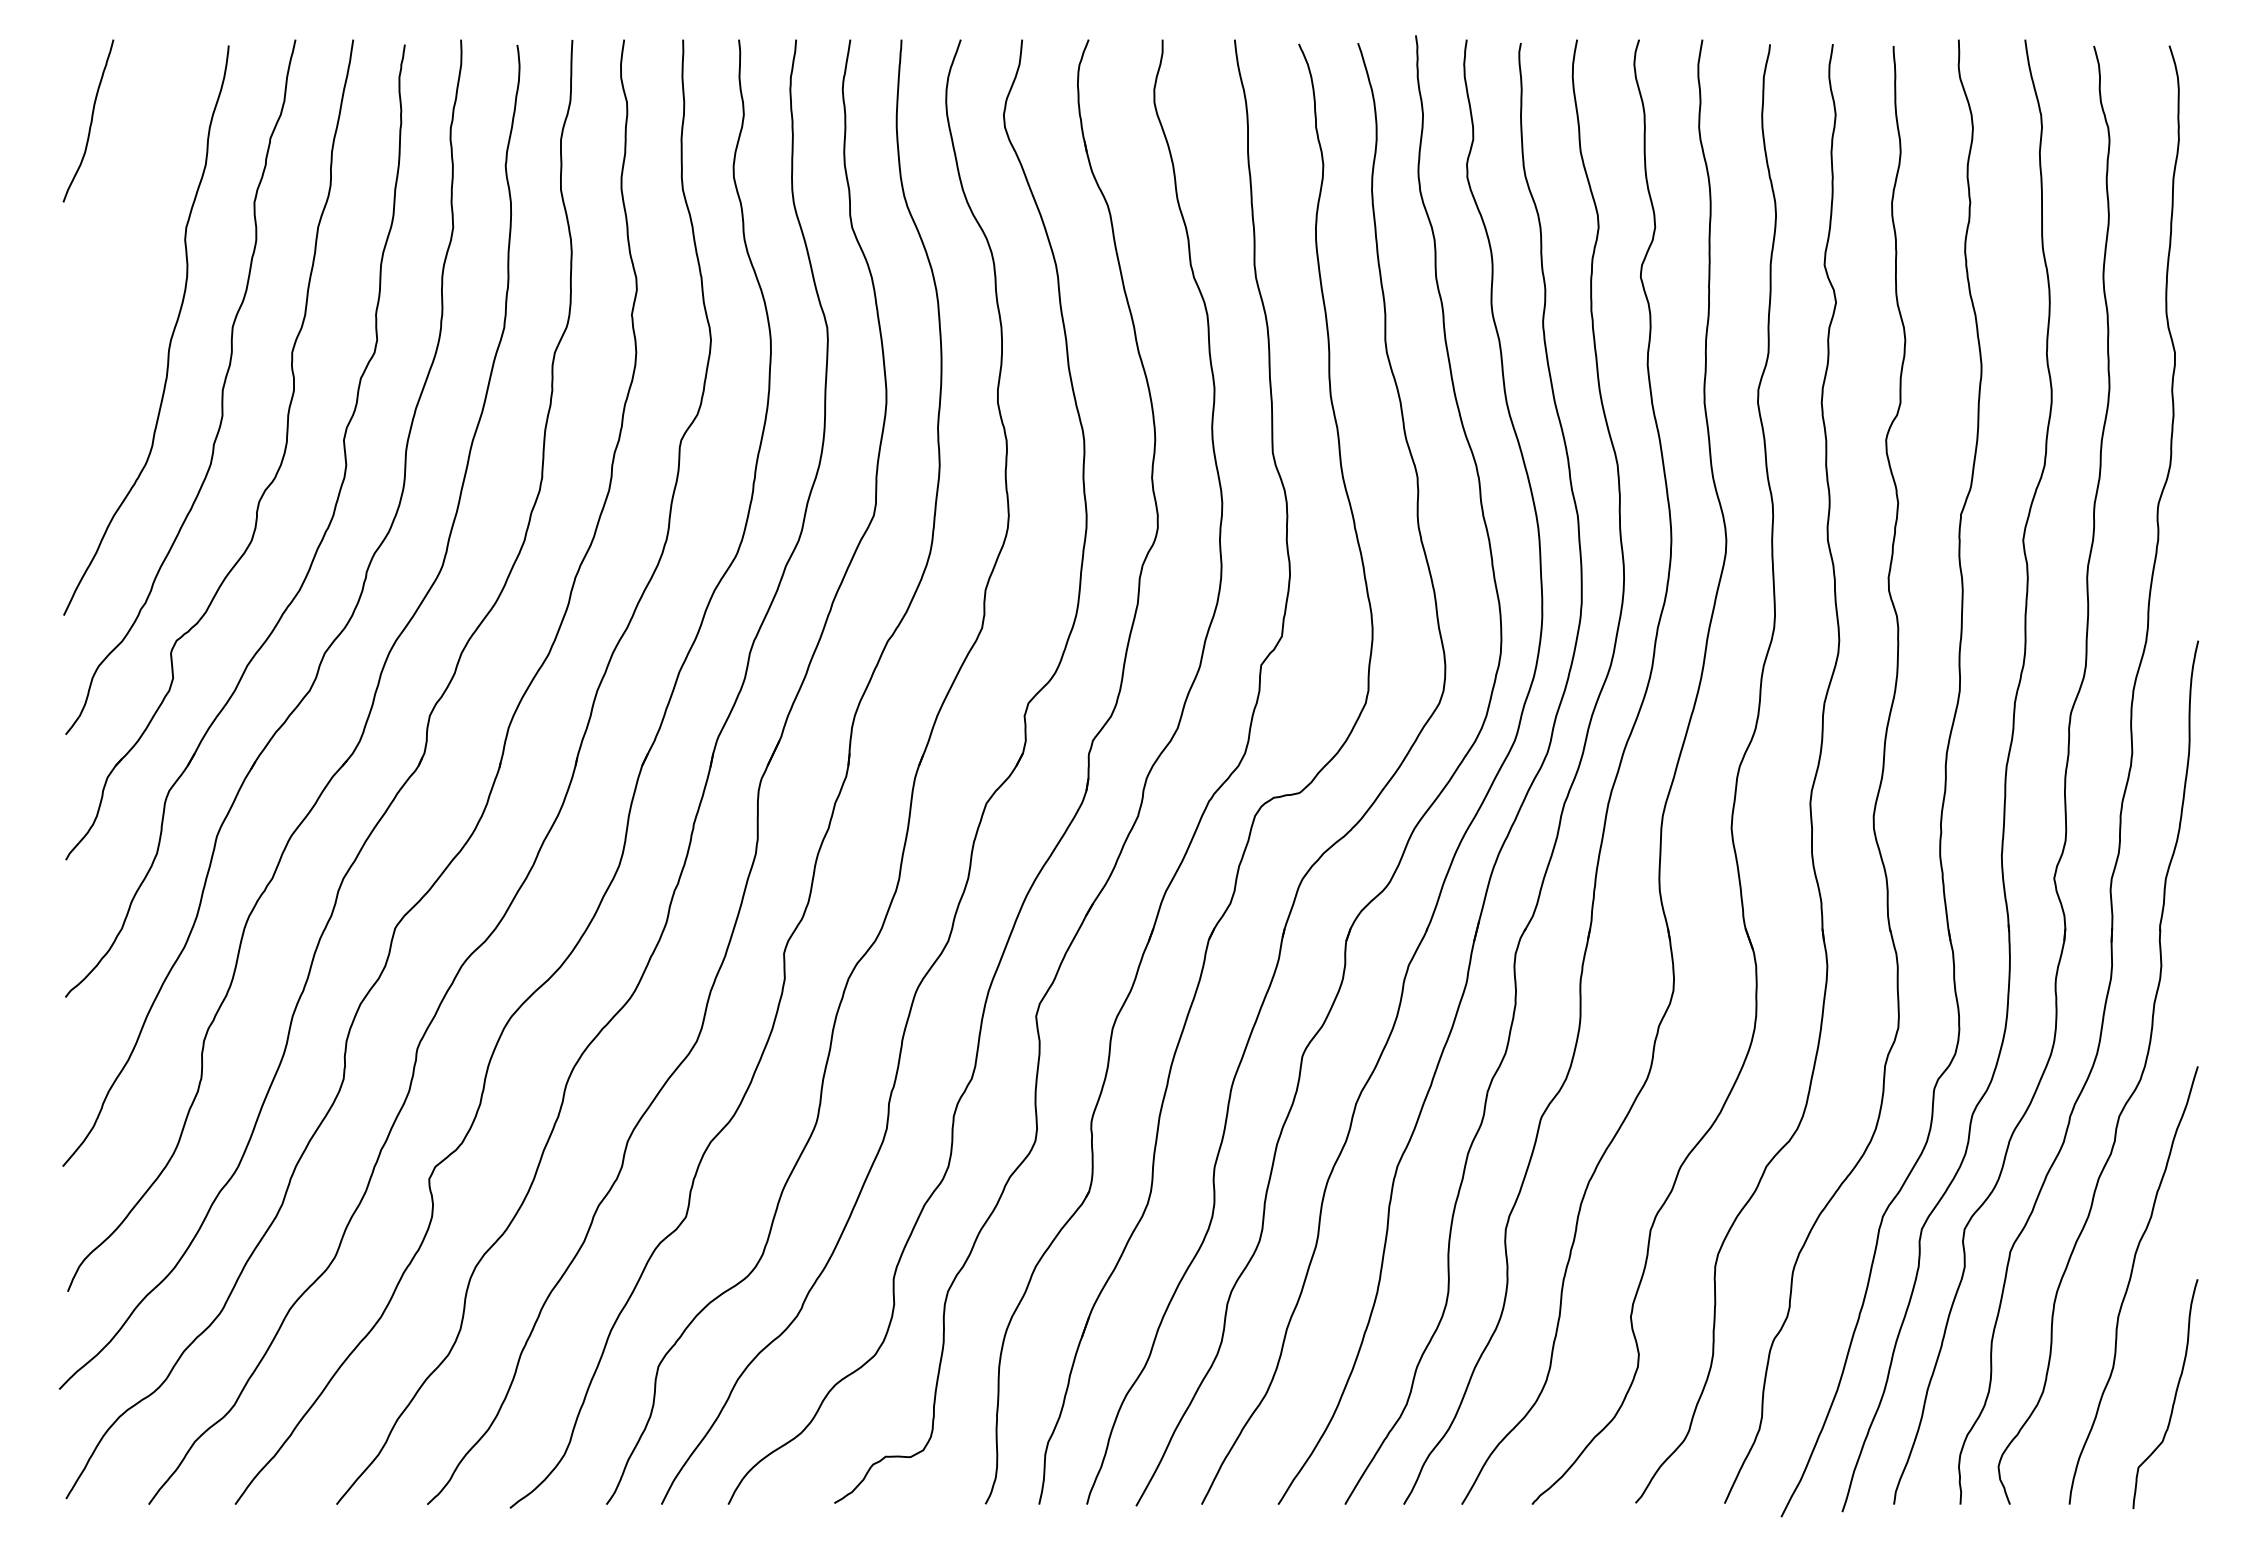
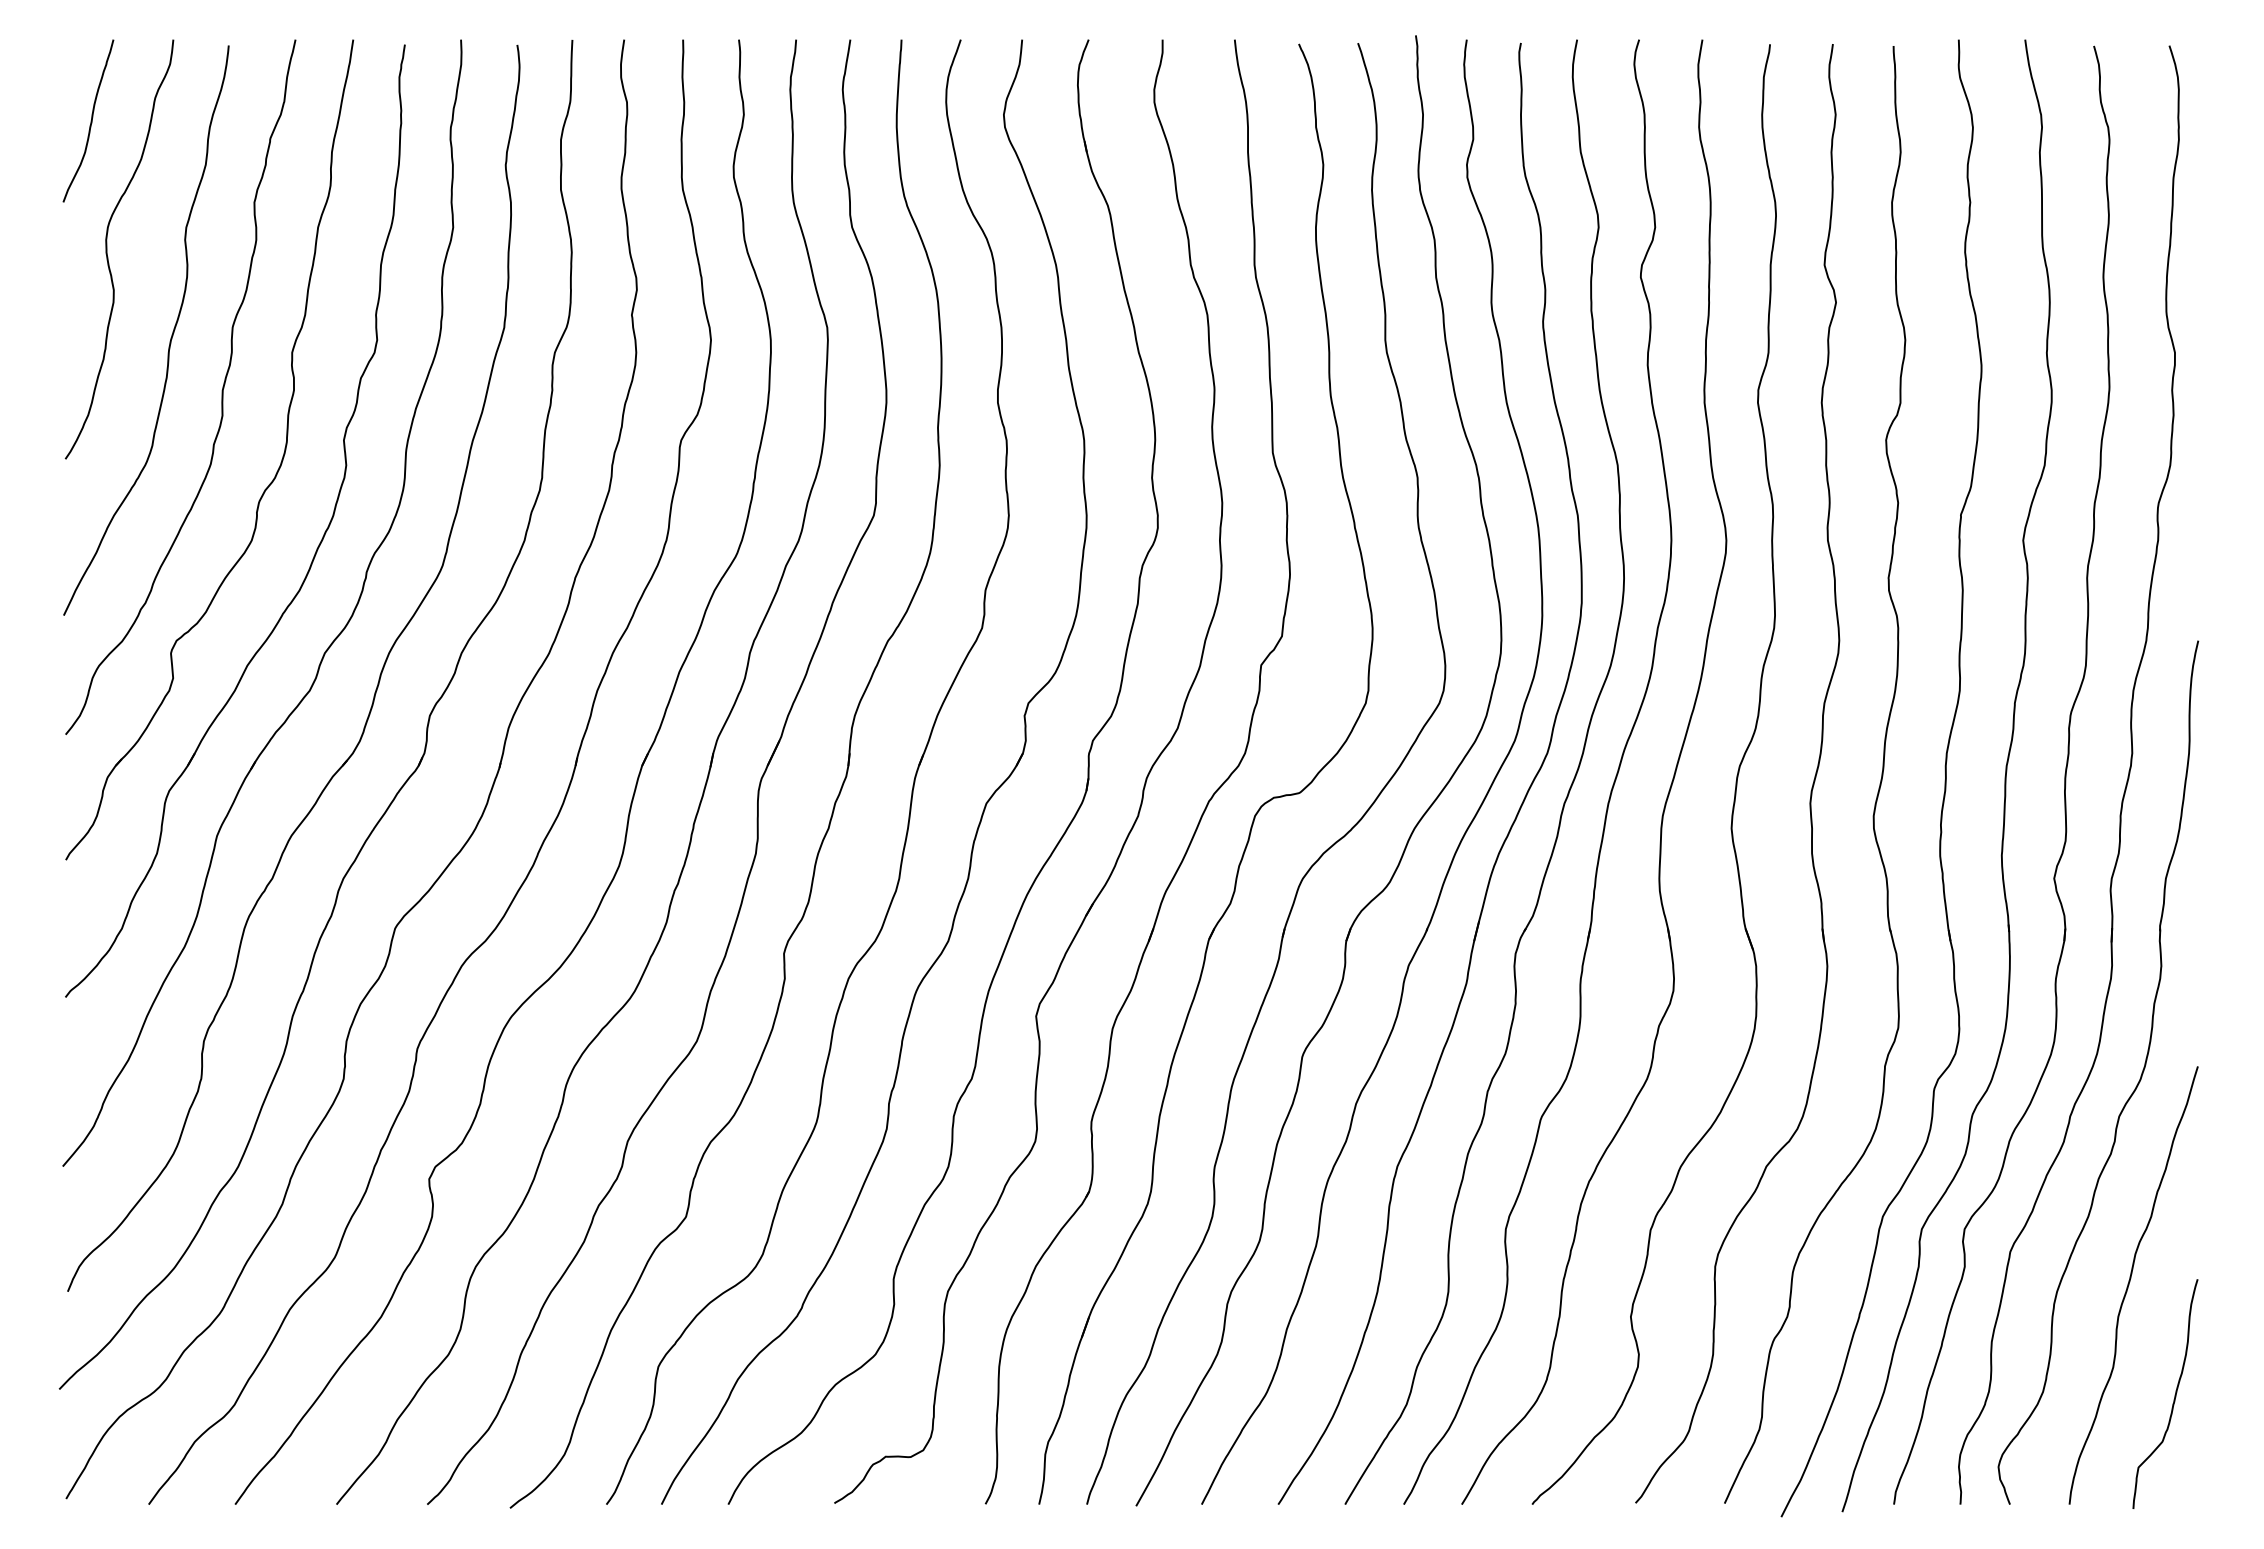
curve at (107, 249): none -> present
